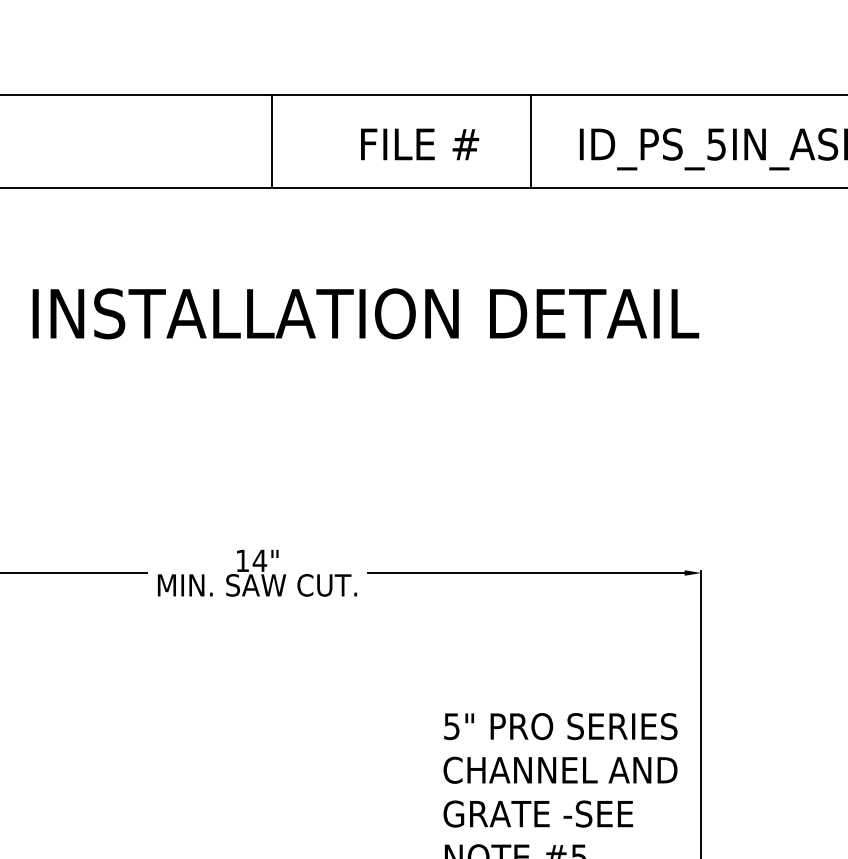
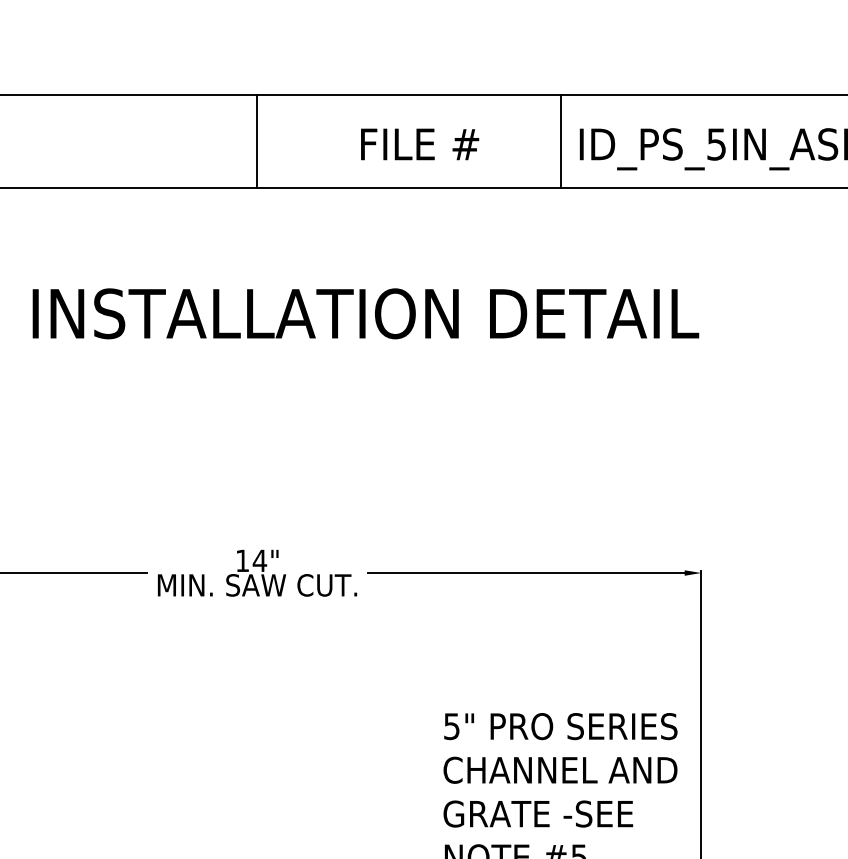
line at (272, 140) position: (272, 140) -> (257, 140)
line at (530, 140) position: (530, 140) -> (560, 140)
